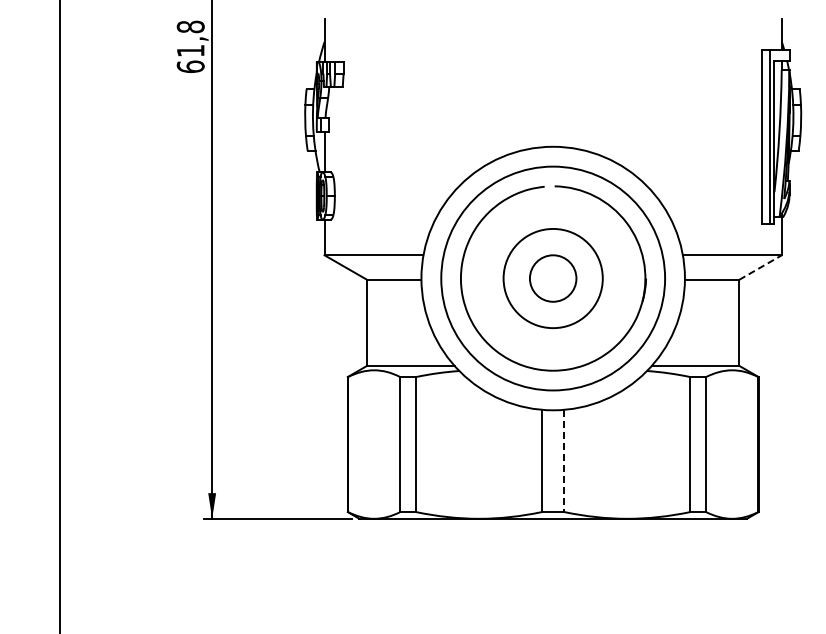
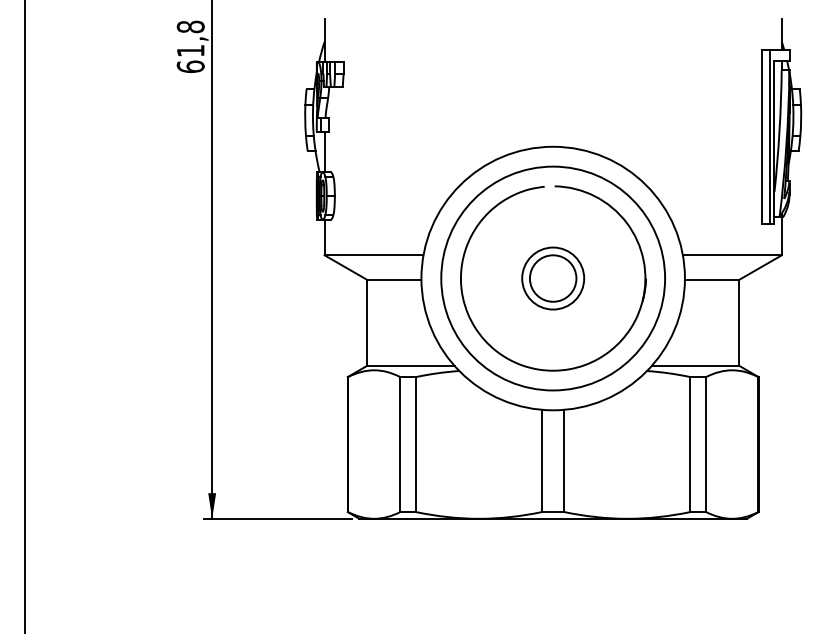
line at (760, 267): dashed -> solid
circle at (552, 278) diameter: 99 px -> 62 px
line at (59, 316) position: (59, 316) -> (24, 316)
line at (564, 461): dashed -> solid
